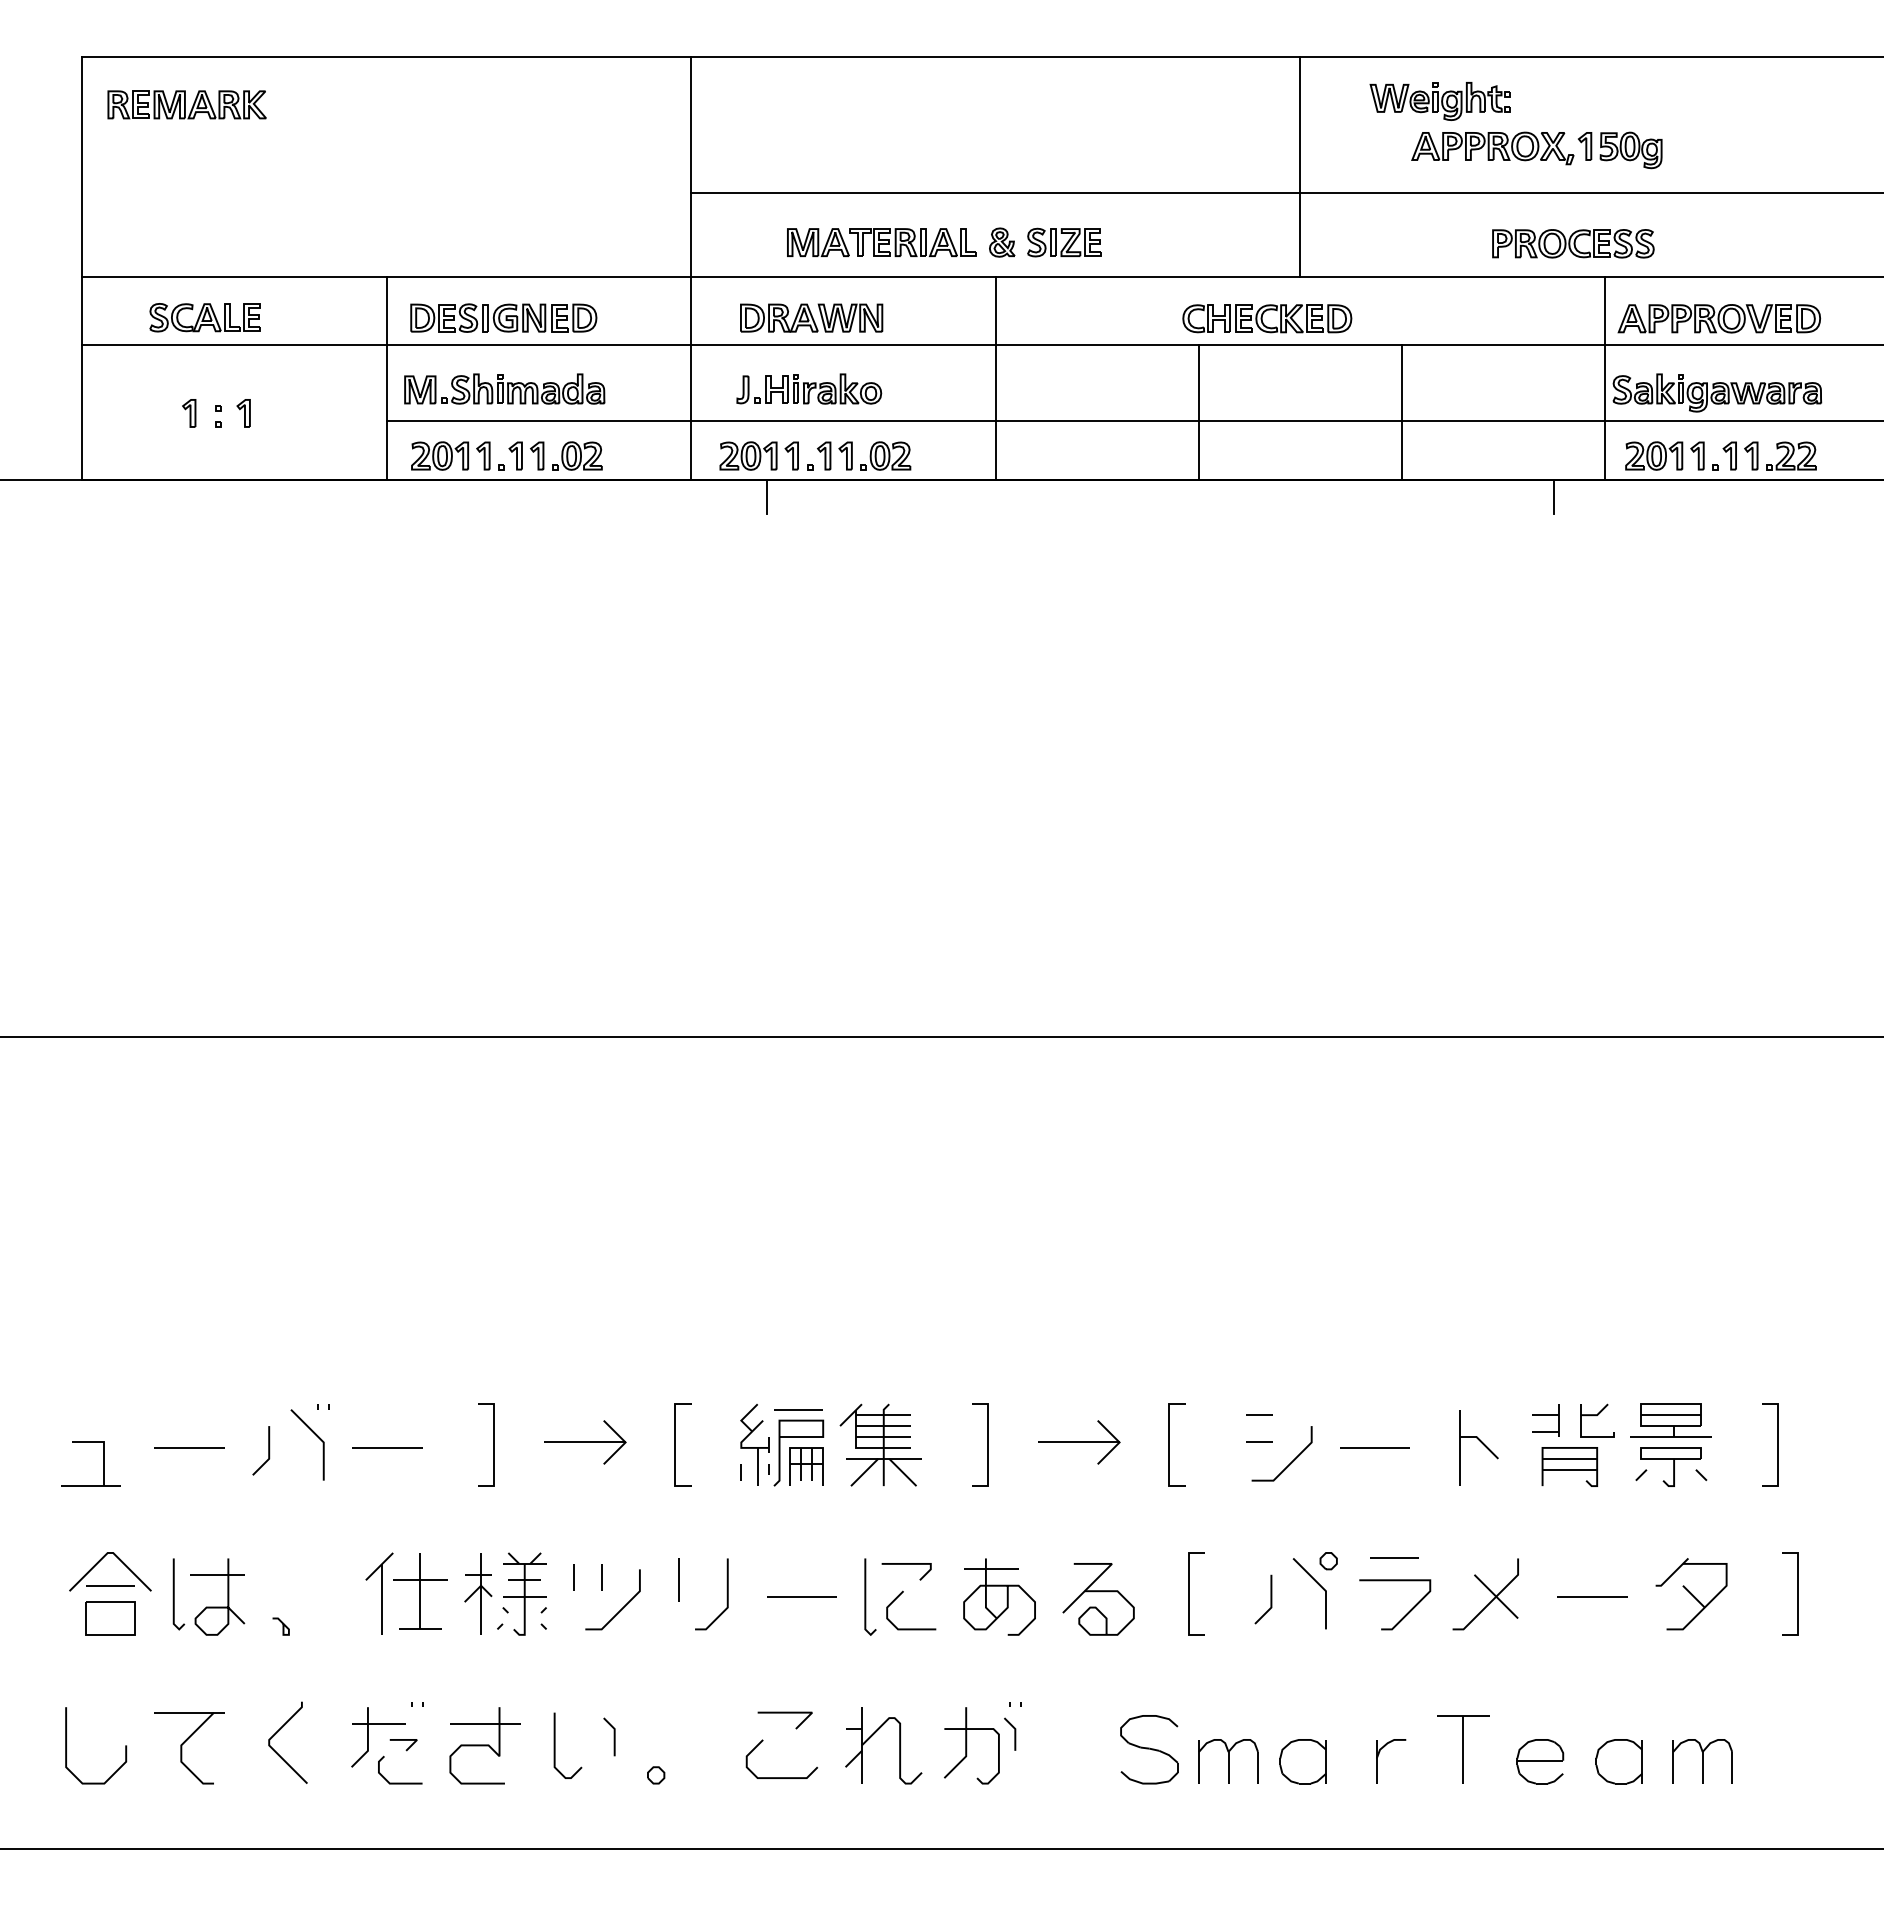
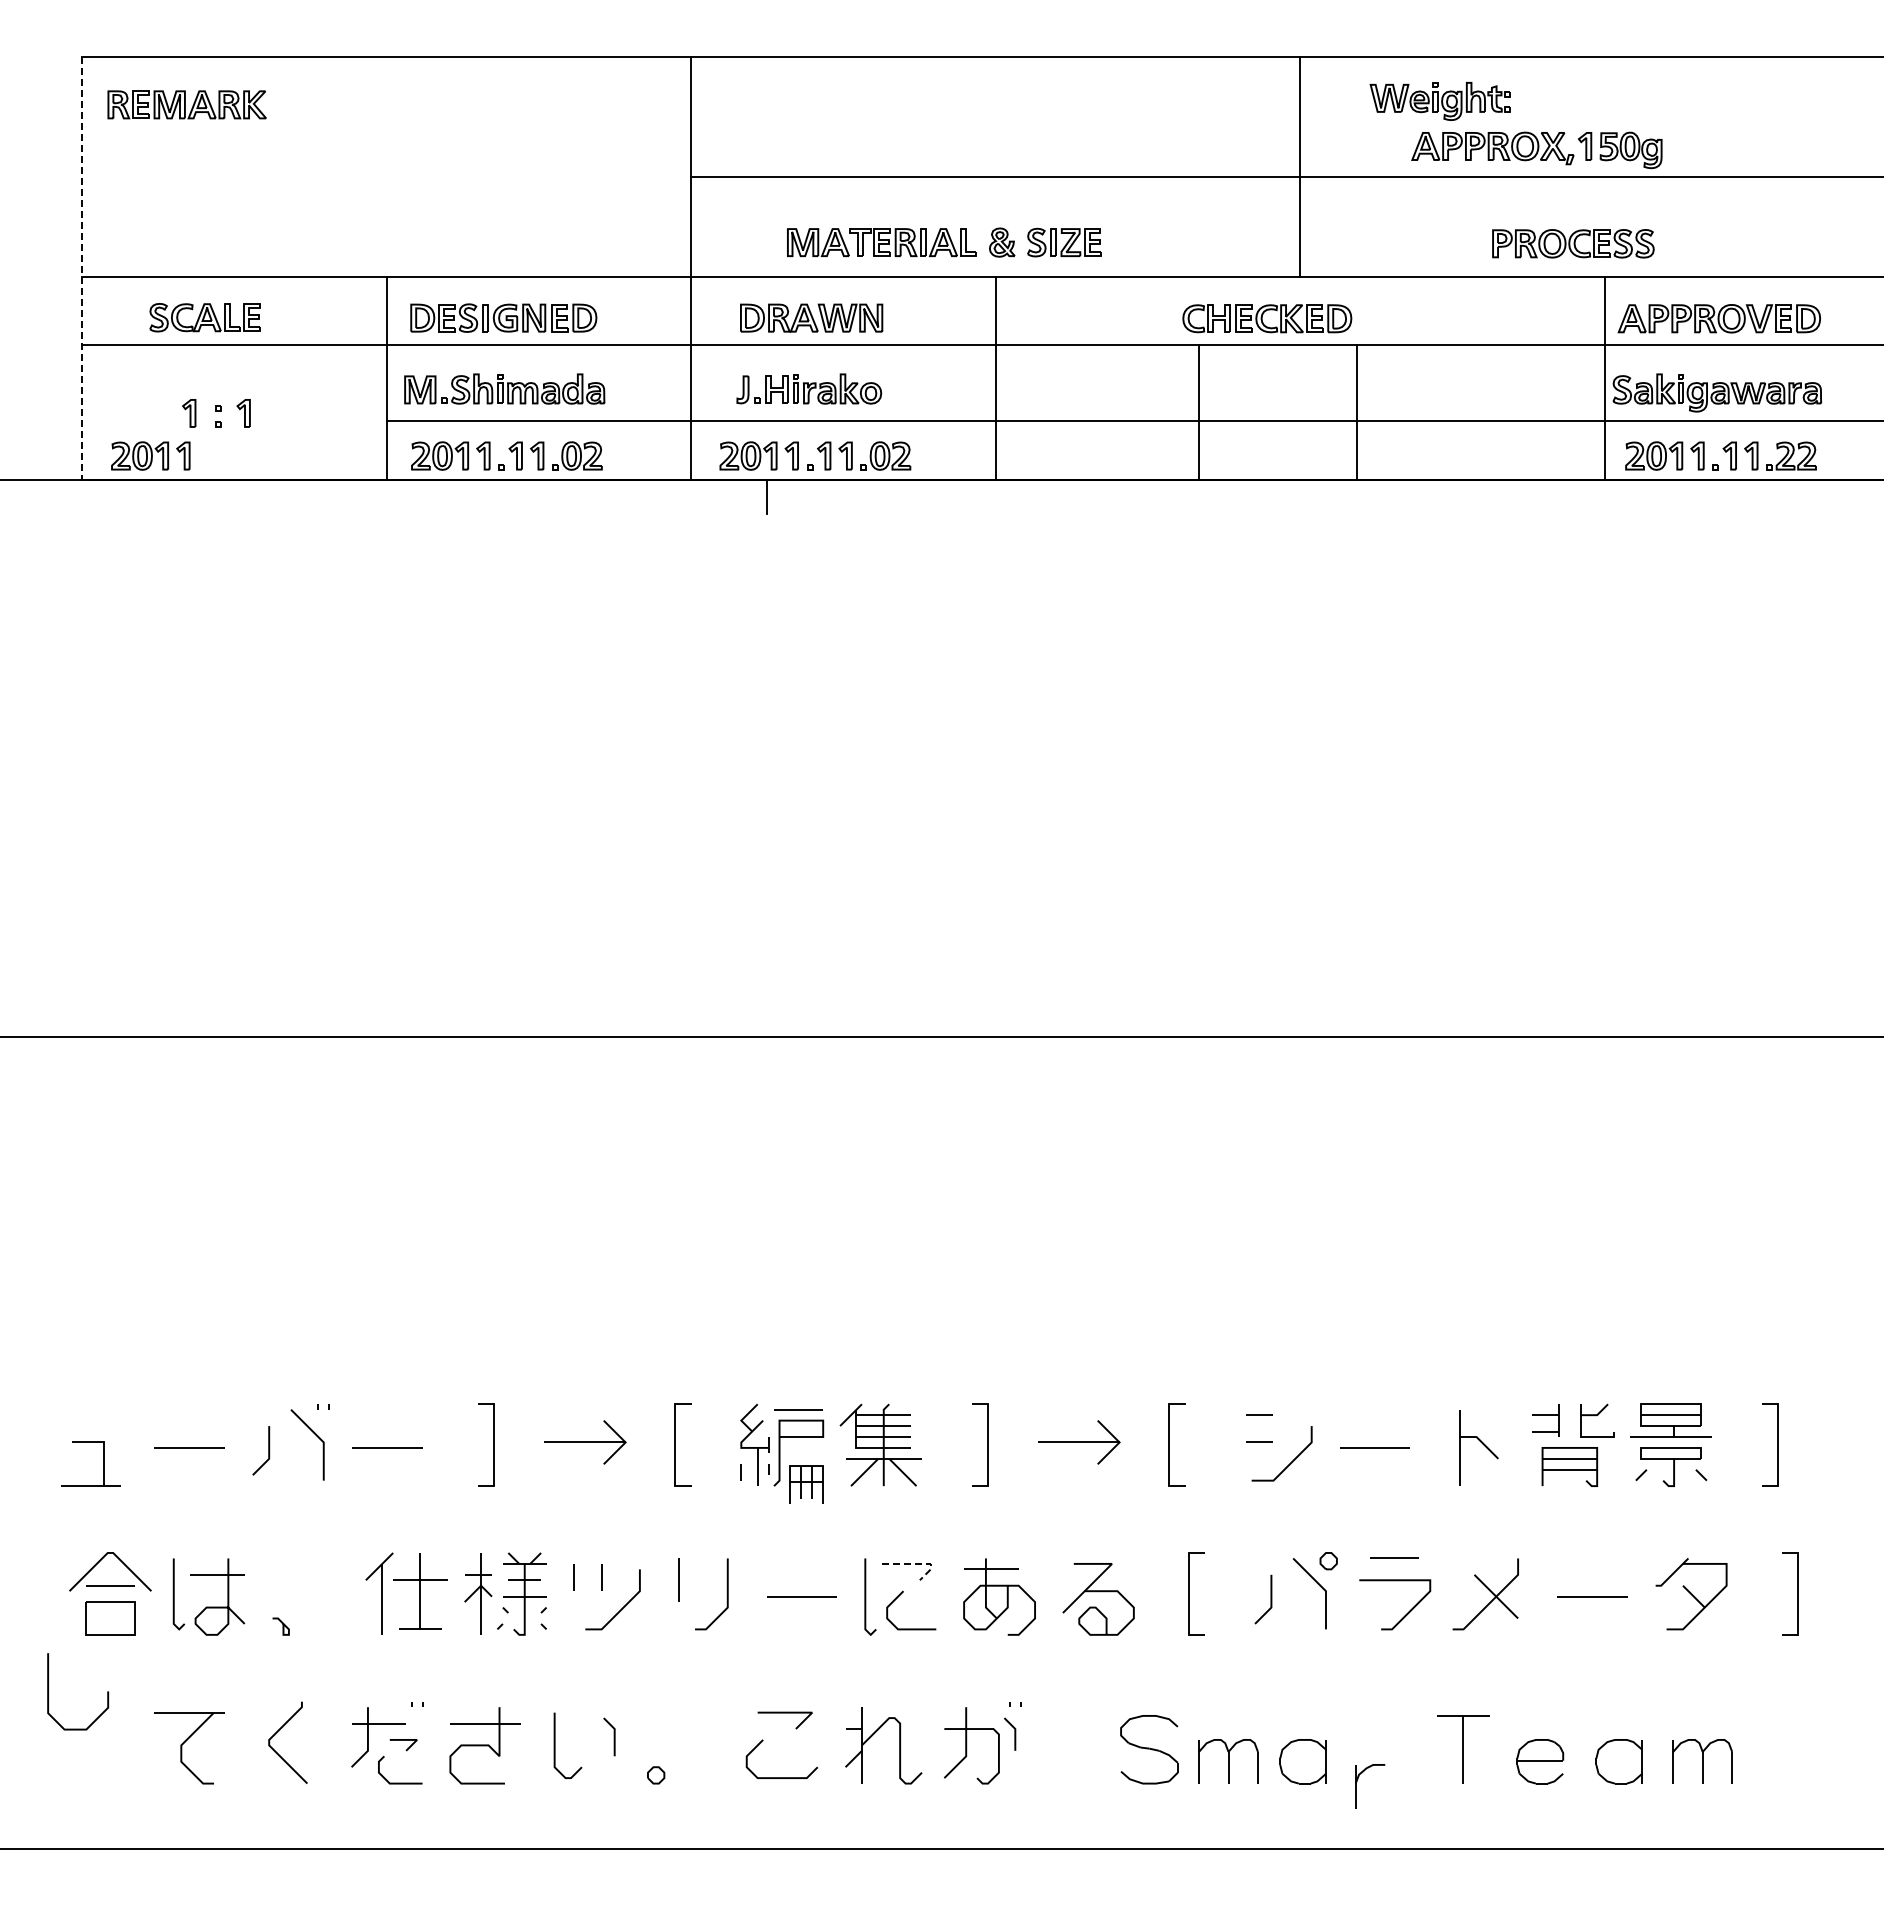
line at (1285, 192) position: (1285, 192) -> (1285, 176)
line at (82, 268): solid -> dashed
line at (1401, 412) position: (1401, 412) -> (1356, 412)
part at (150, 455): none -> present
line at (1554, 497): present -> none
part at (806, 1466) position: (806, 1466) -> (806, 1484)
line at (918, 1563): solid -> dashed
curve at (125, 1745) position: (125, 1745) -> (107, 1691)
part at (1378, 1757) position: (1378, 1757) -> (1357, 1782)
